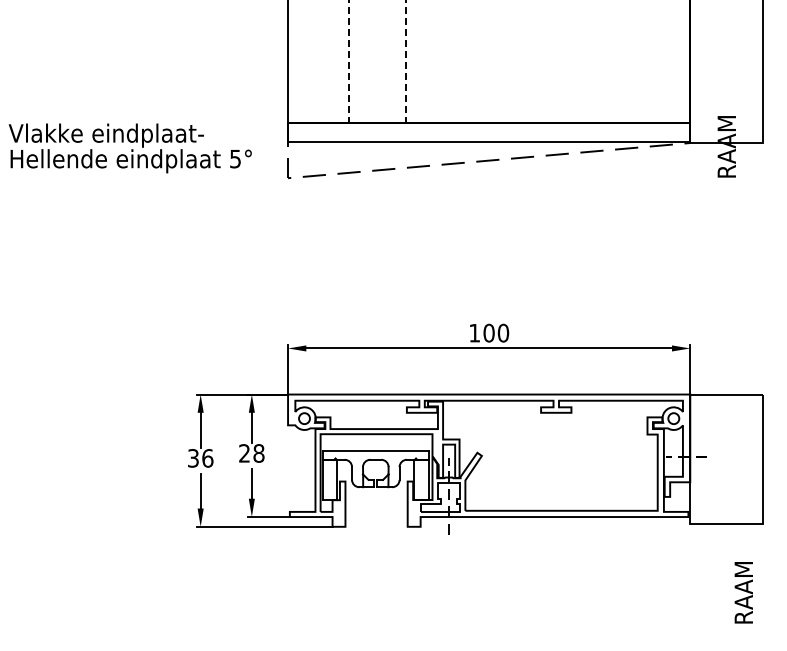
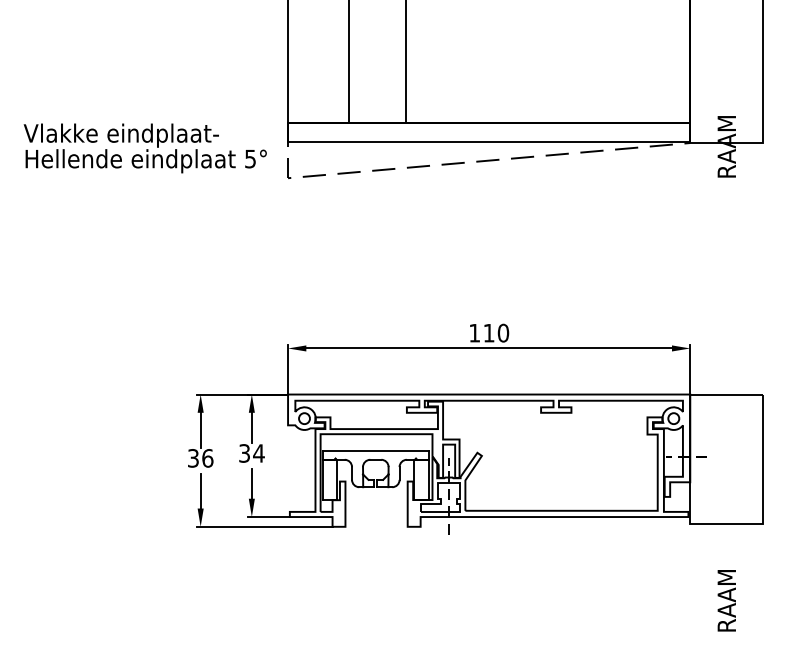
line at (348, 62): dashed -> solid
line at (405, 62): dashed -> solid
text at (129, 148) position: (129, 148) -> (144, 148)
text at (488, 332): 100 -> 110
text at (251, 453): 28 -> 34
text at (743, 592) position: (743, 592) -> (726, 600)
